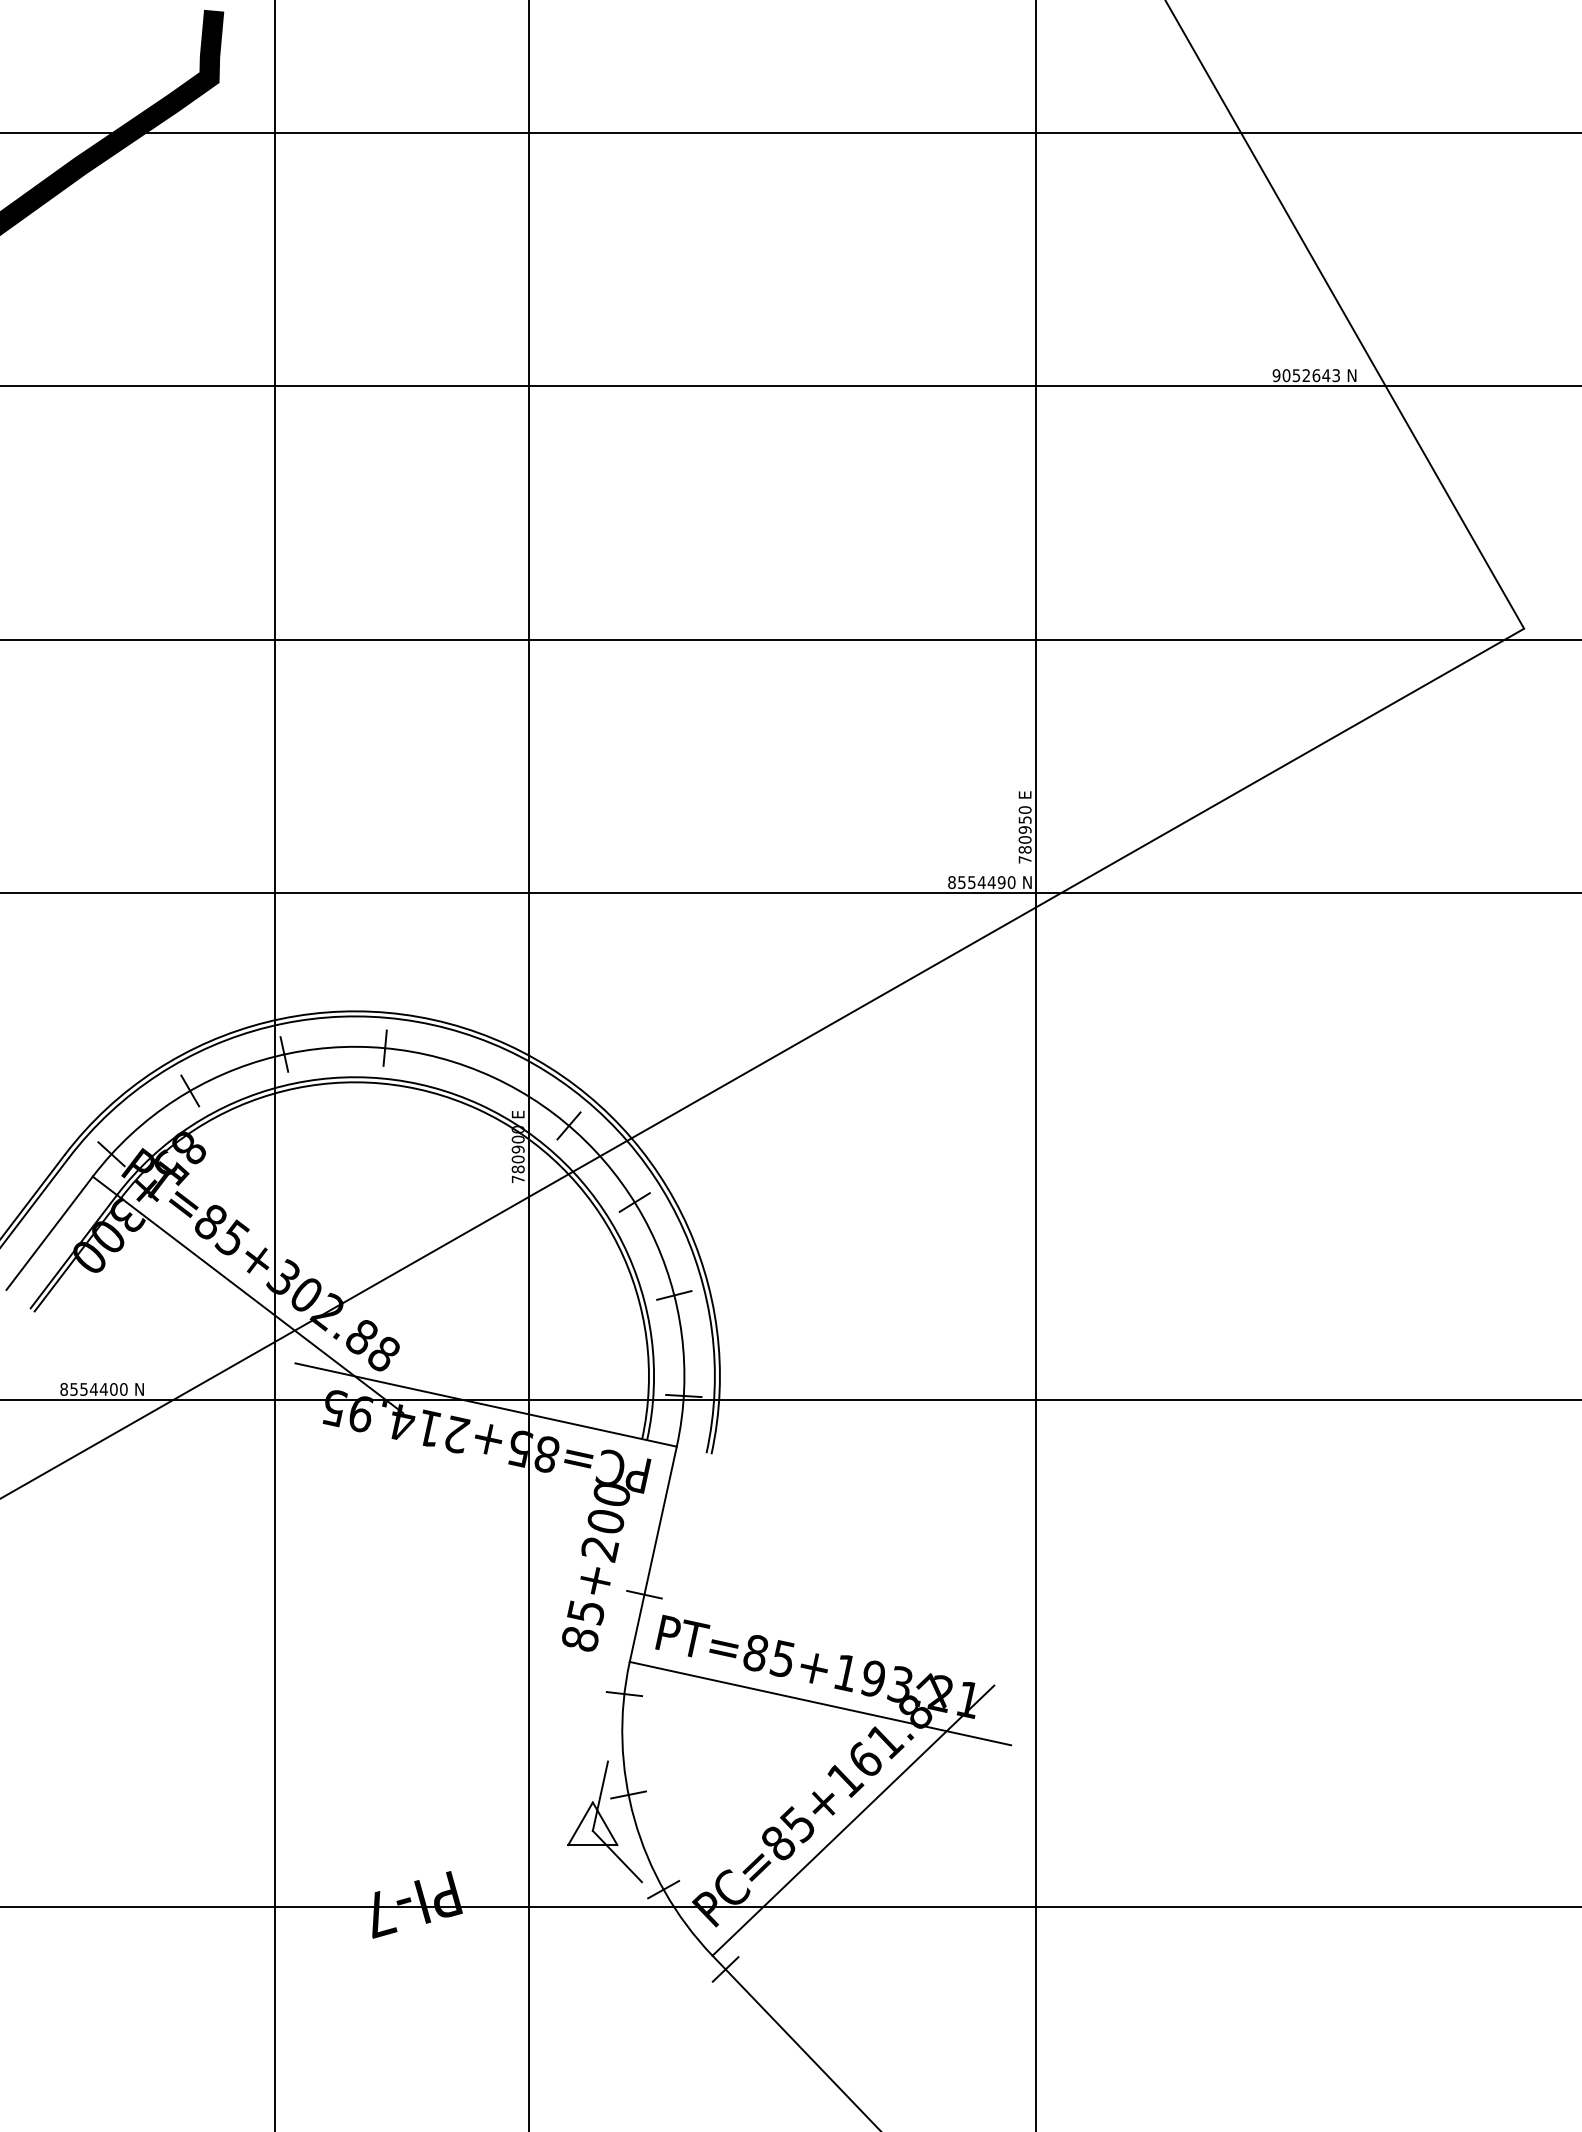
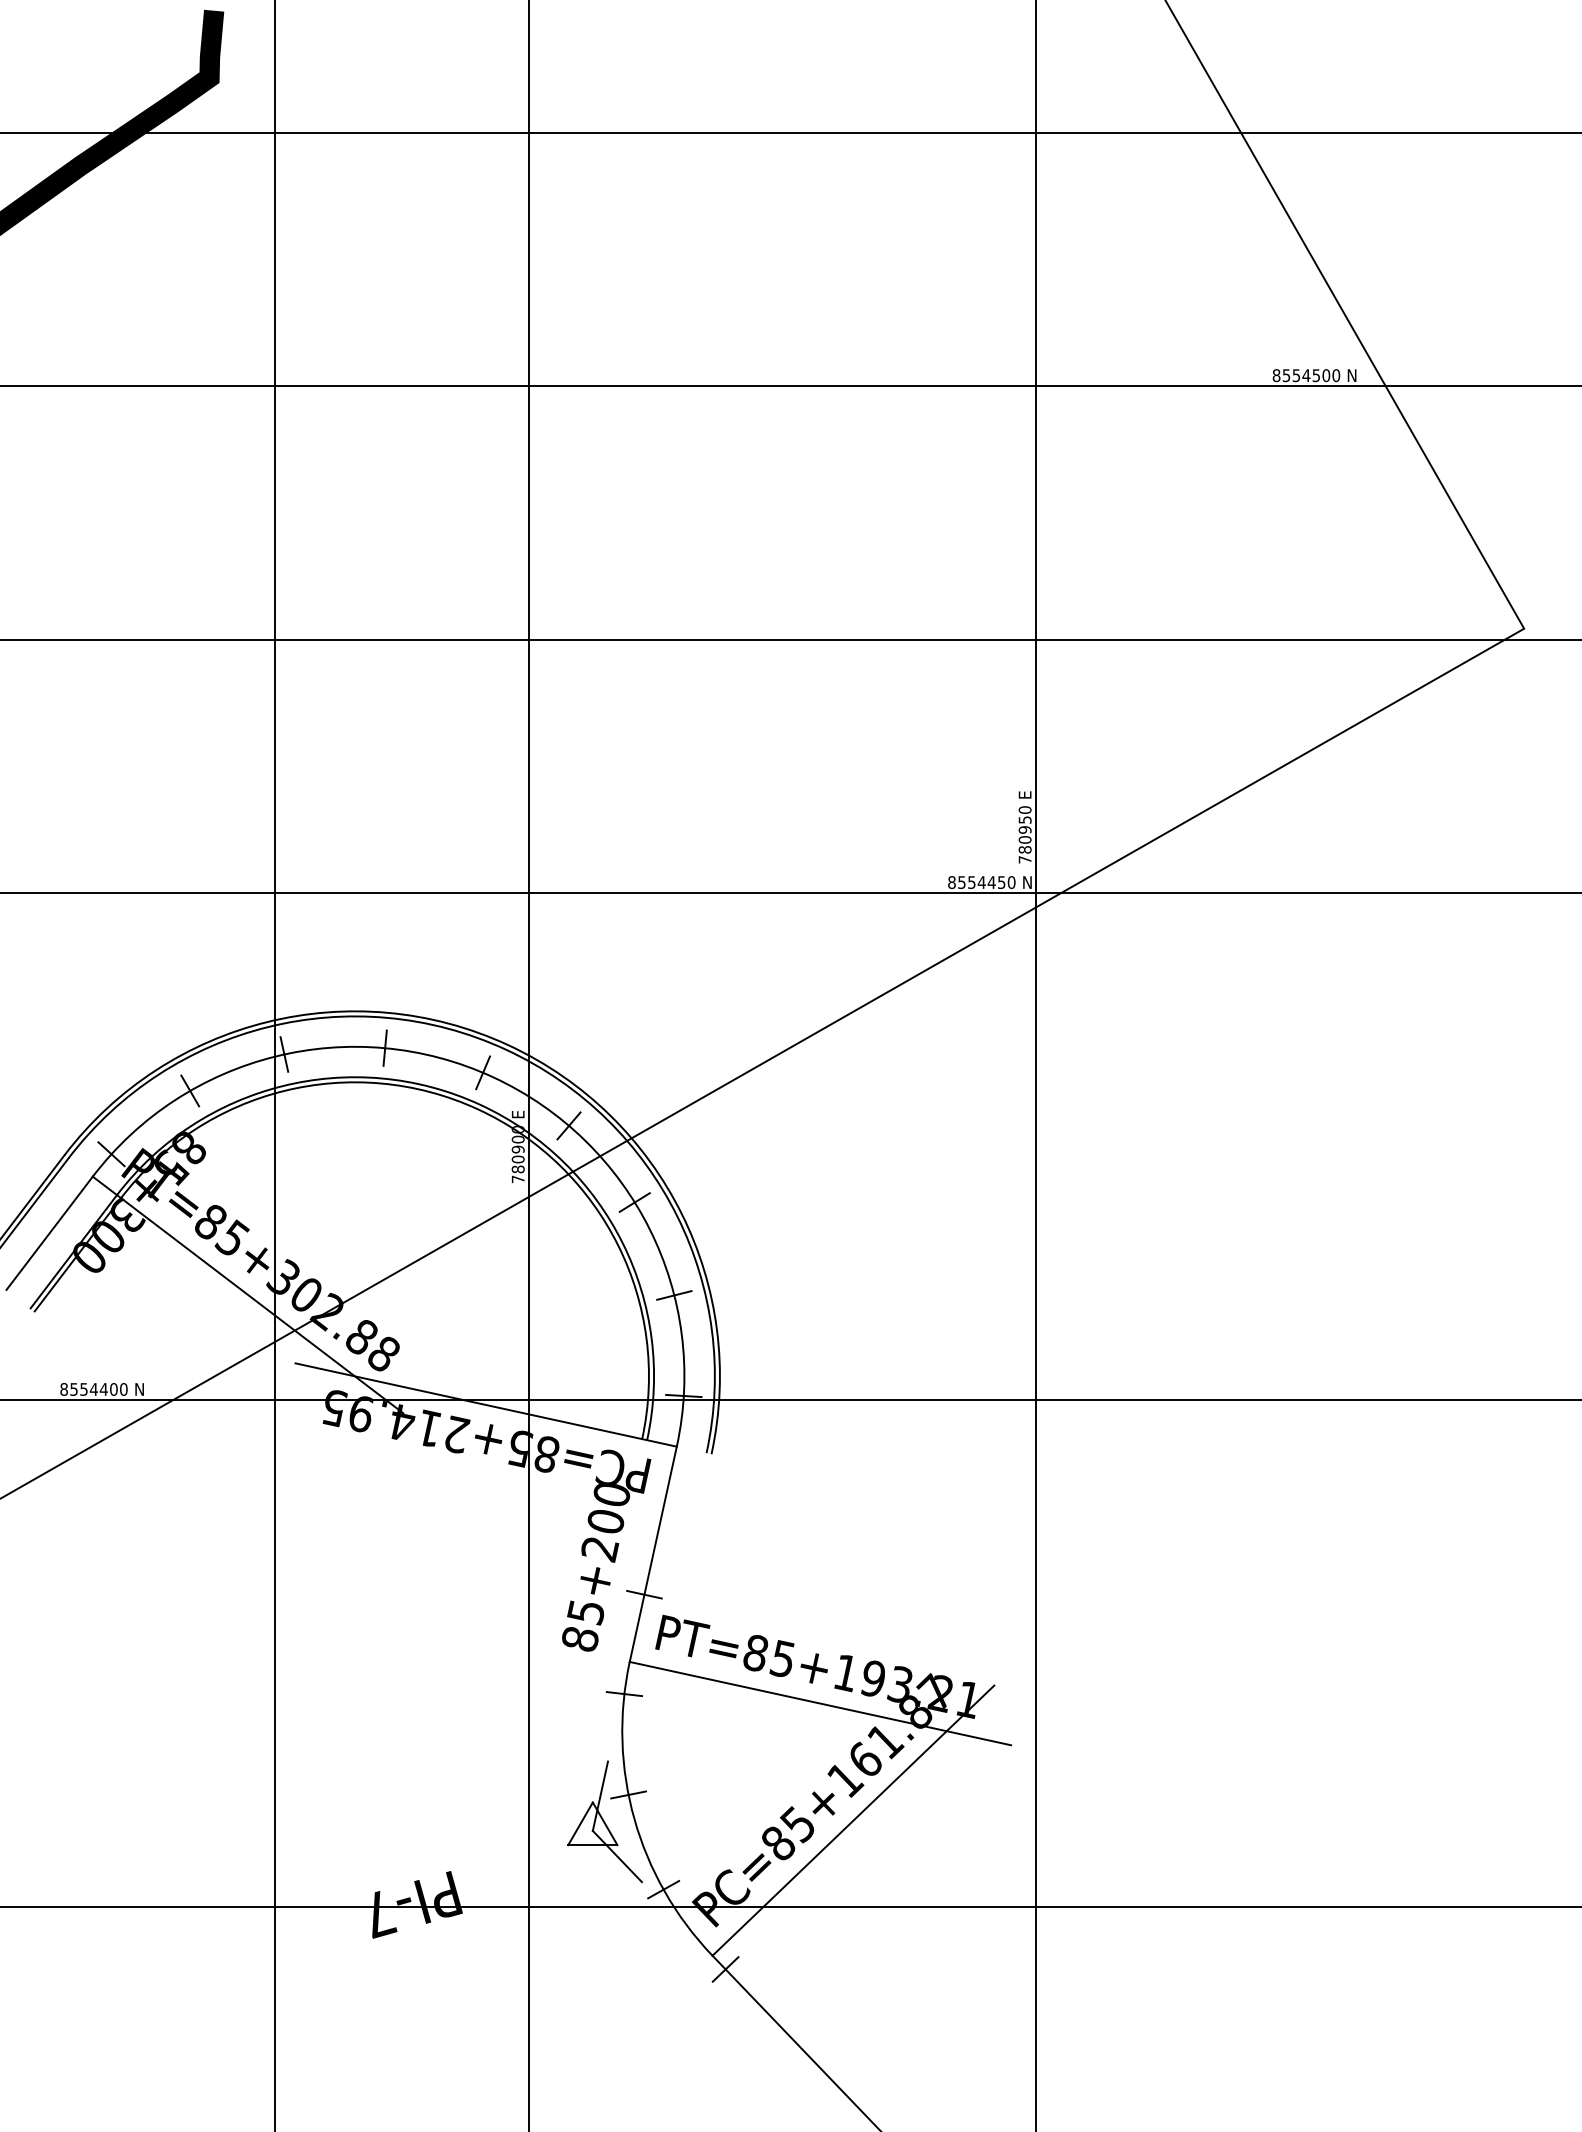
text at (1306, 375): 9052643 -> 8554500
text at (1001, 882): 8554490 -> 8554450
line at (483, 1072): none -> present
